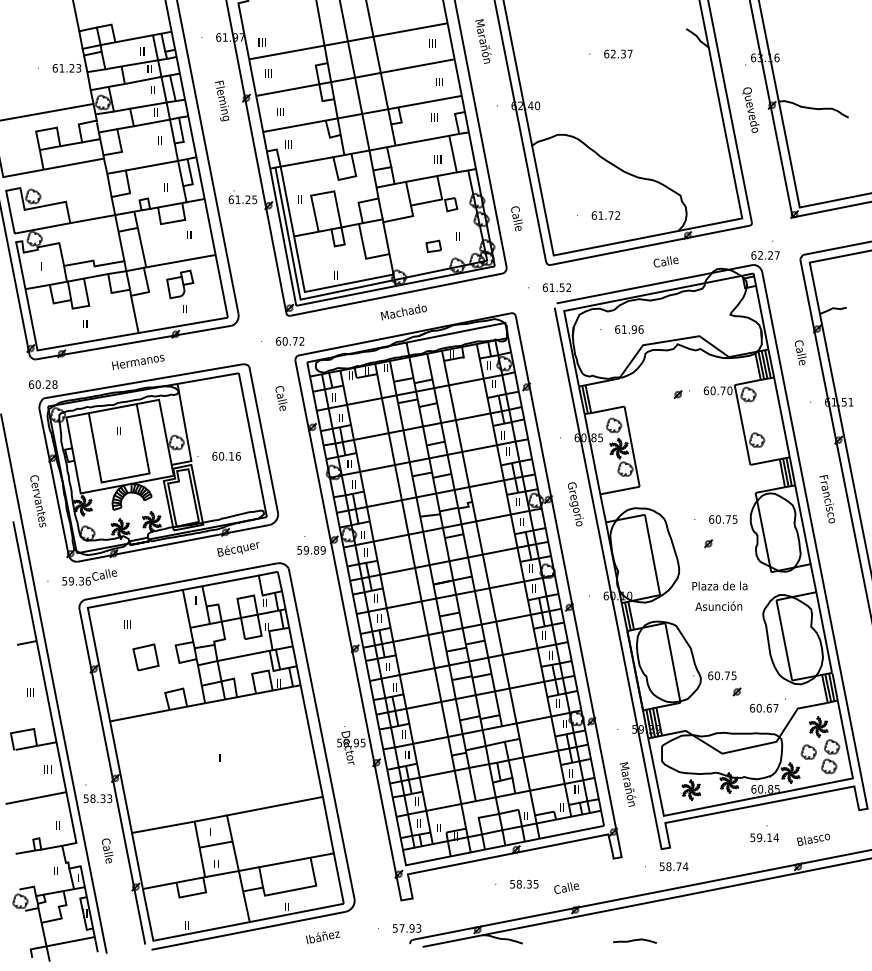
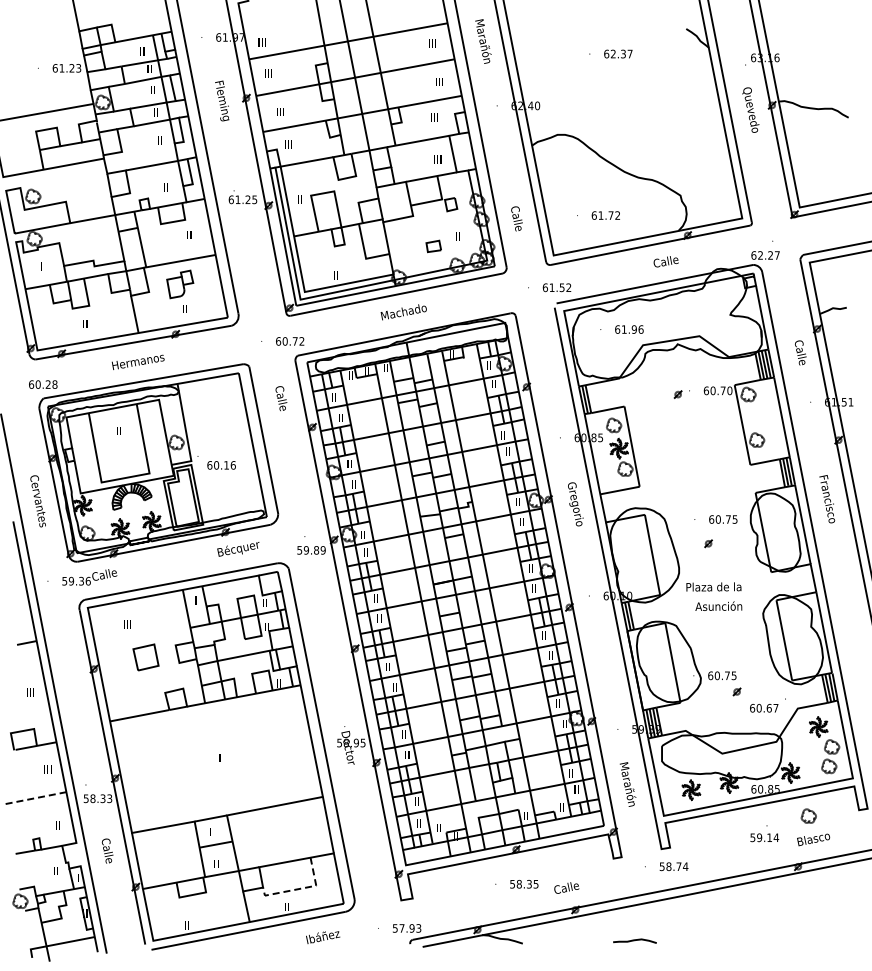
text at (226, 456) position: (226, 456) -> (221, 465)
text at (719, 585) position: (719, 585) -> (713, 586)
part at (808, 751) position: (808, 751) -> (808, 815)
line at (36, 798): solid -> dashed
line at (299, 888): solid -> dashed
